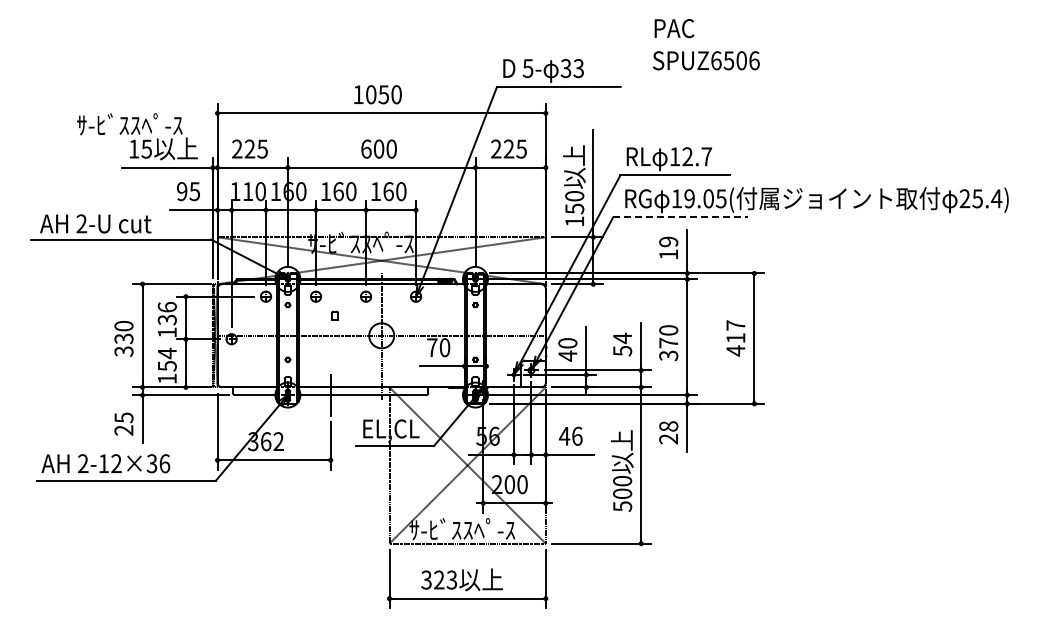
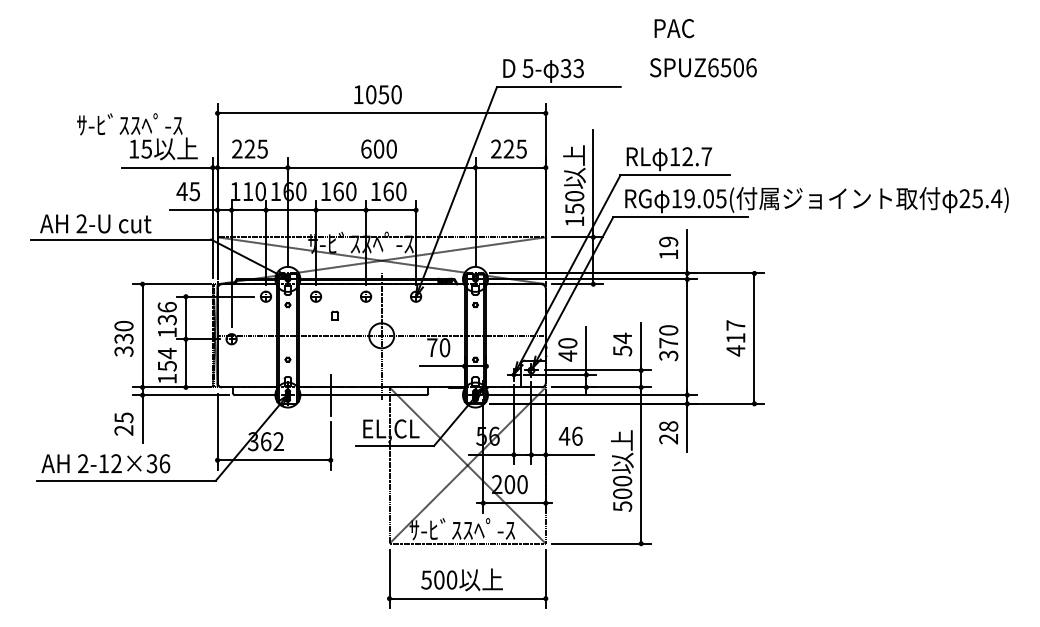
text at (706, 60) position: (706, 60) -> (703, 67)
text at (181, 191): 95 -> 45
line at (680, 217): dashed -> solid
text at (439, 579): 323 -> 500
